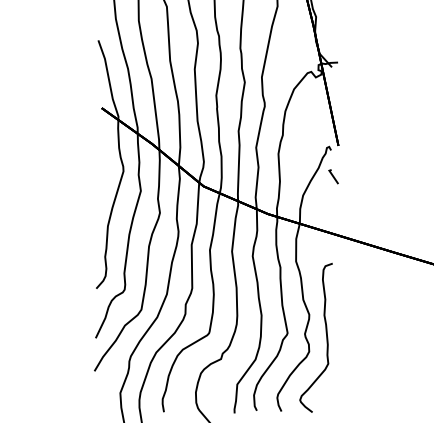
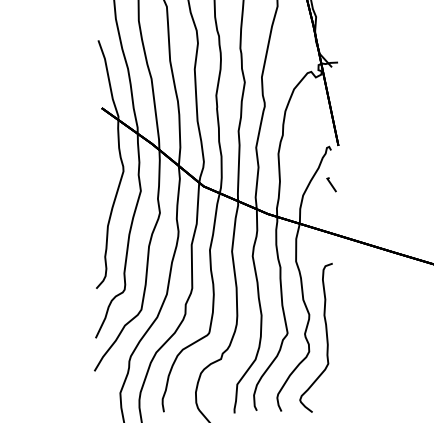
line at (333, 176) position: (333, 176) -> (331, 184)
